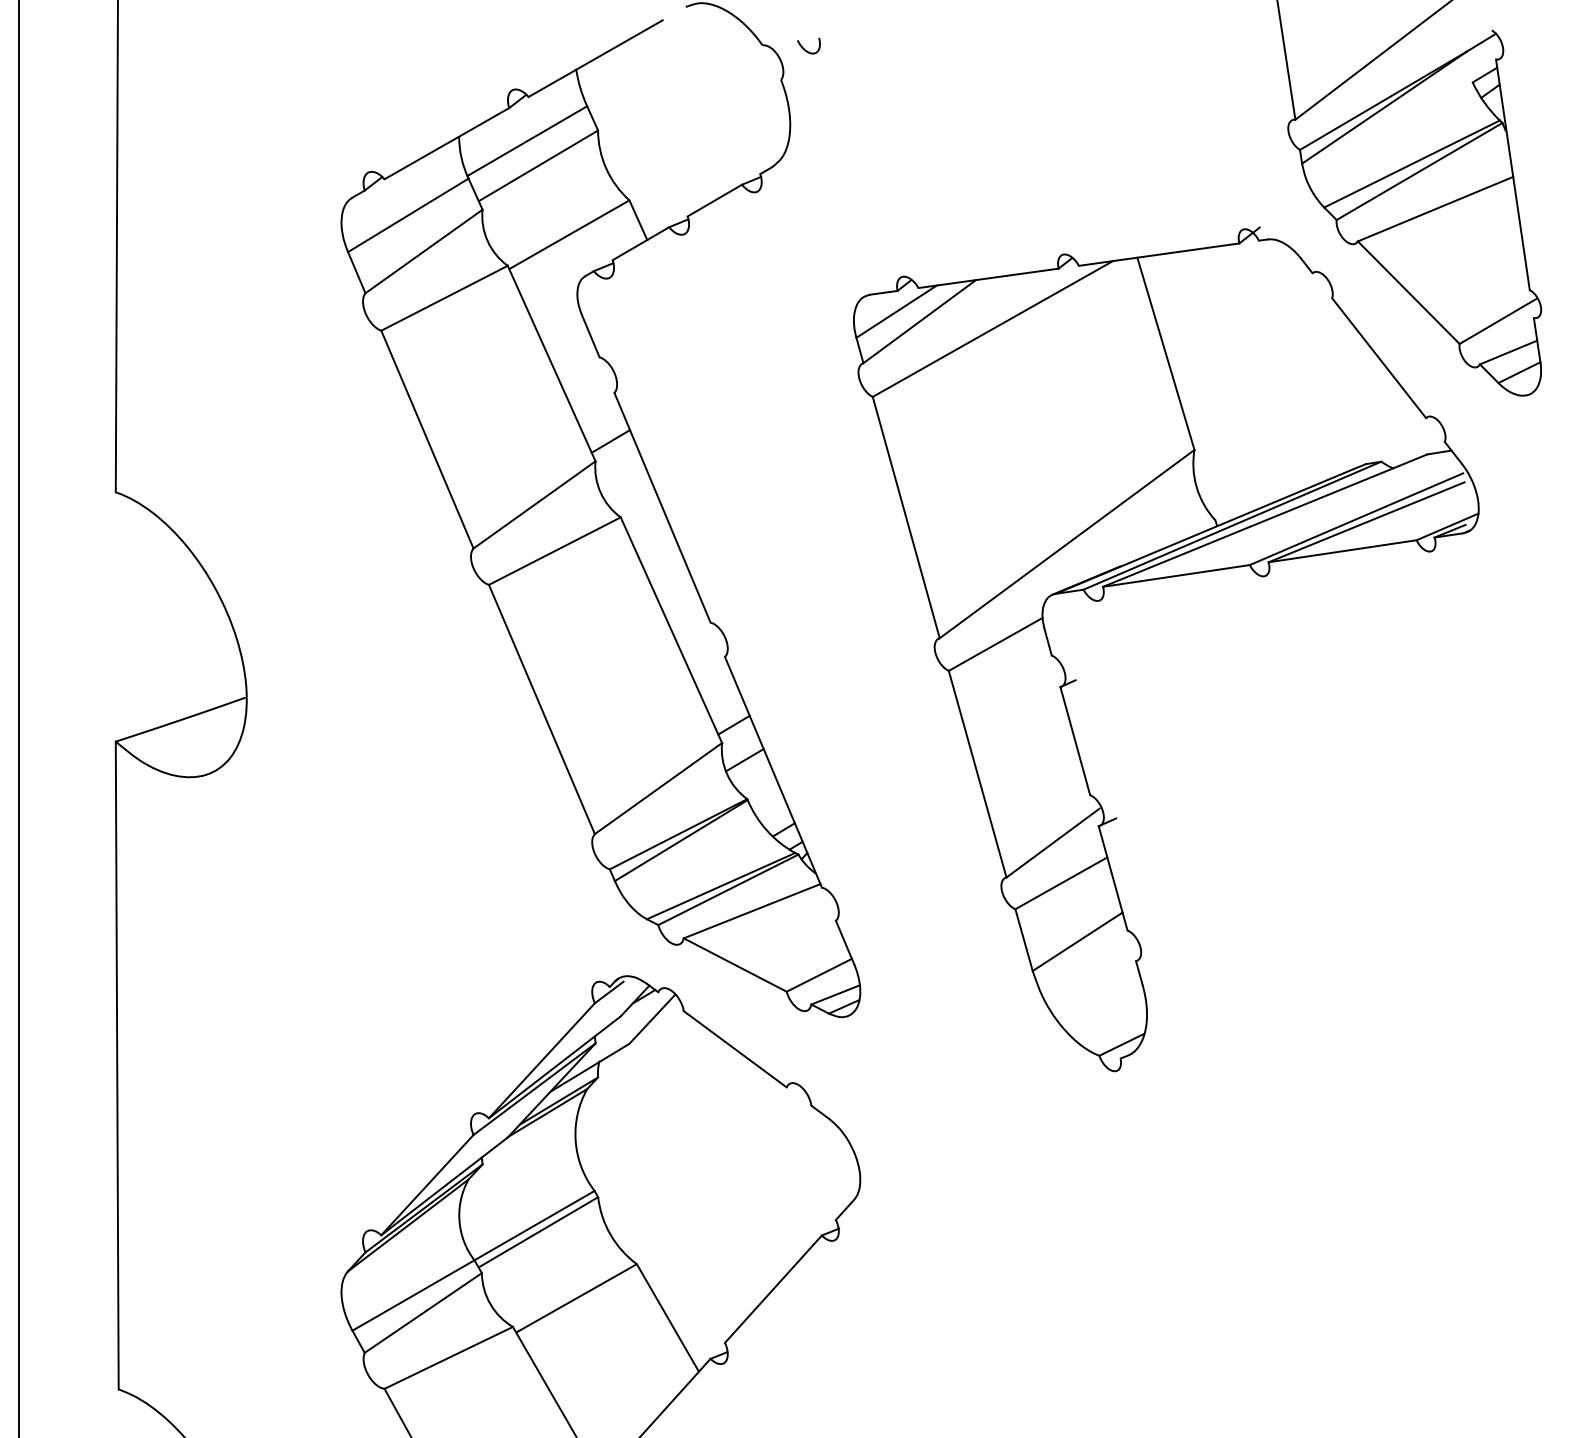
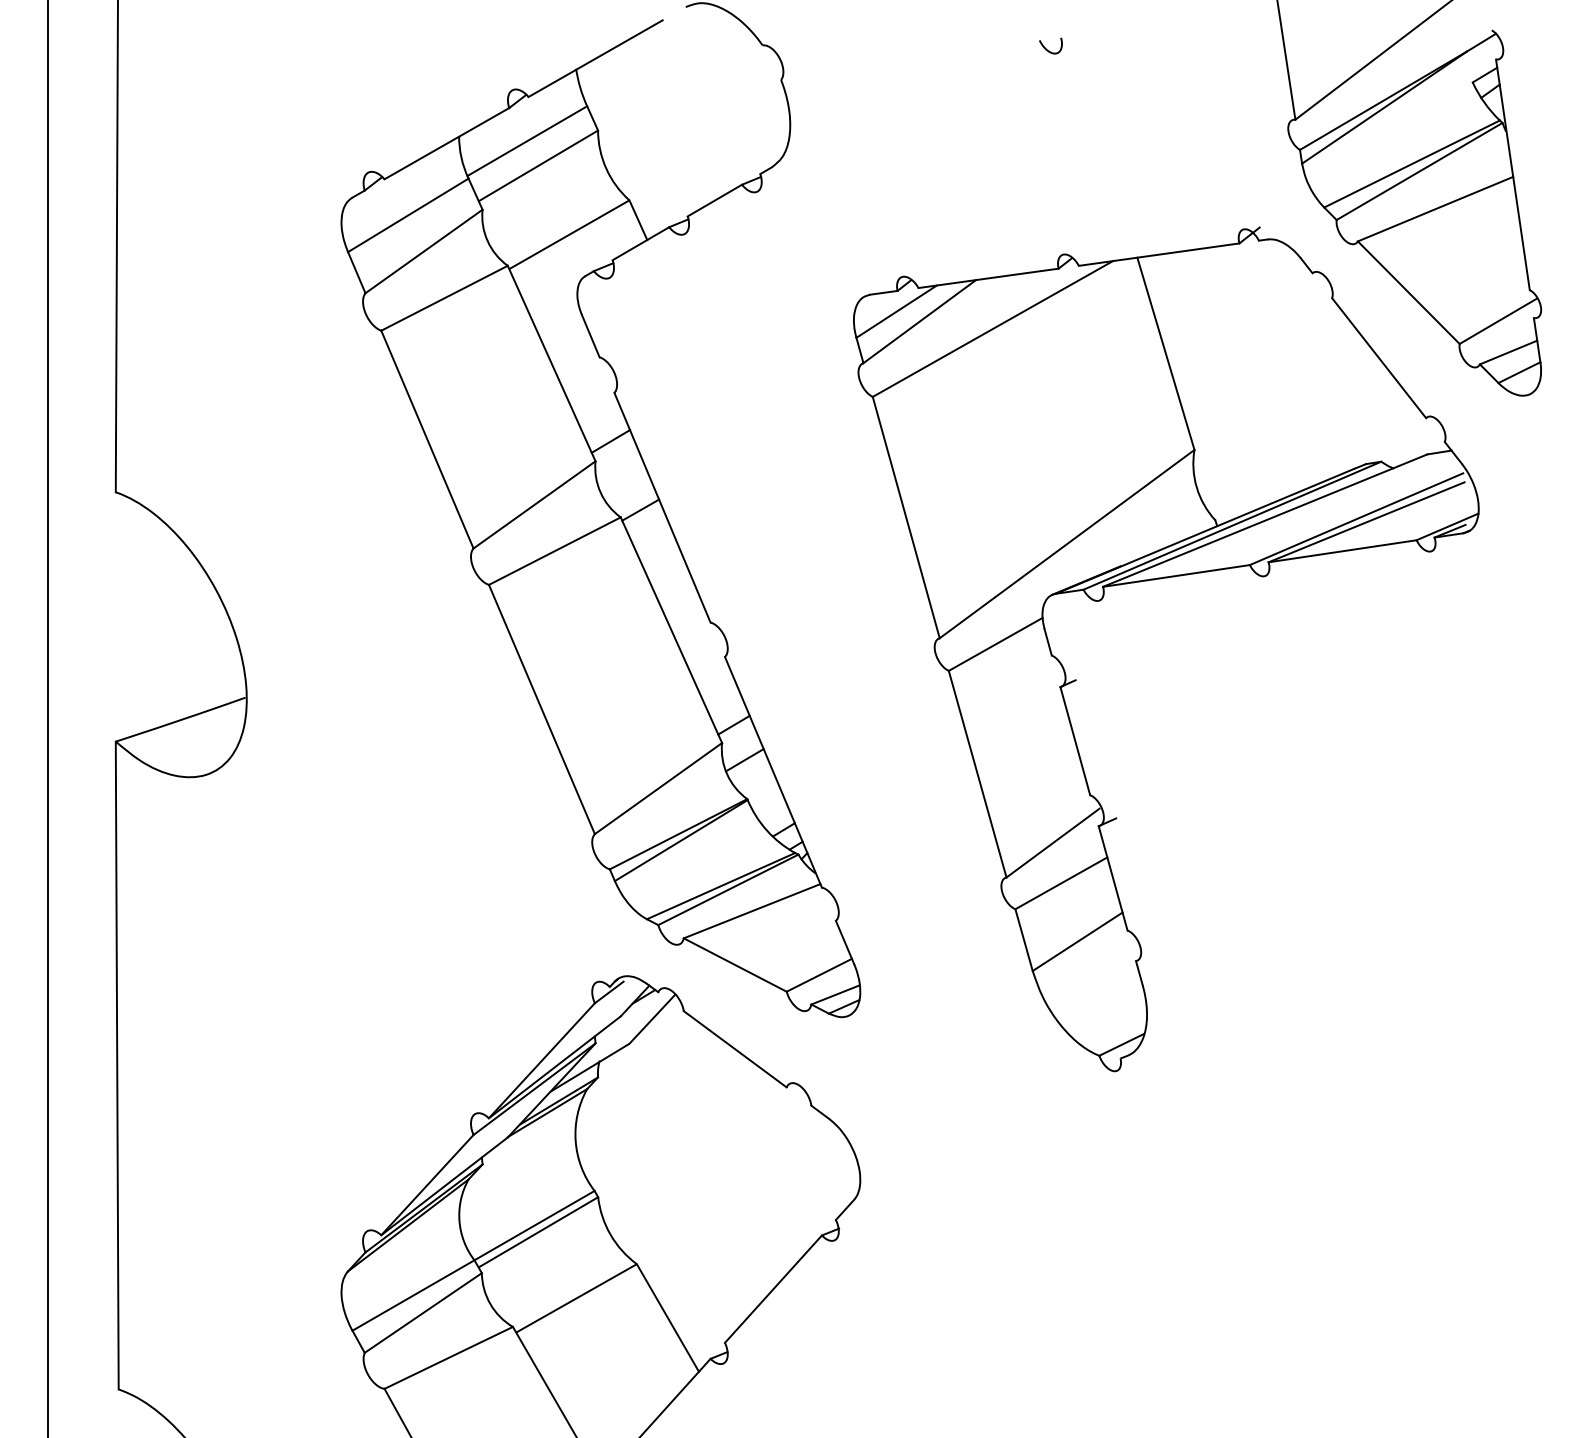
curve at (804, 48) position: (804, 48) -> (1046, 48)
line at (640, 509): none -> present
line at (18, 718) position: (18, 718) -> (47, 718)
